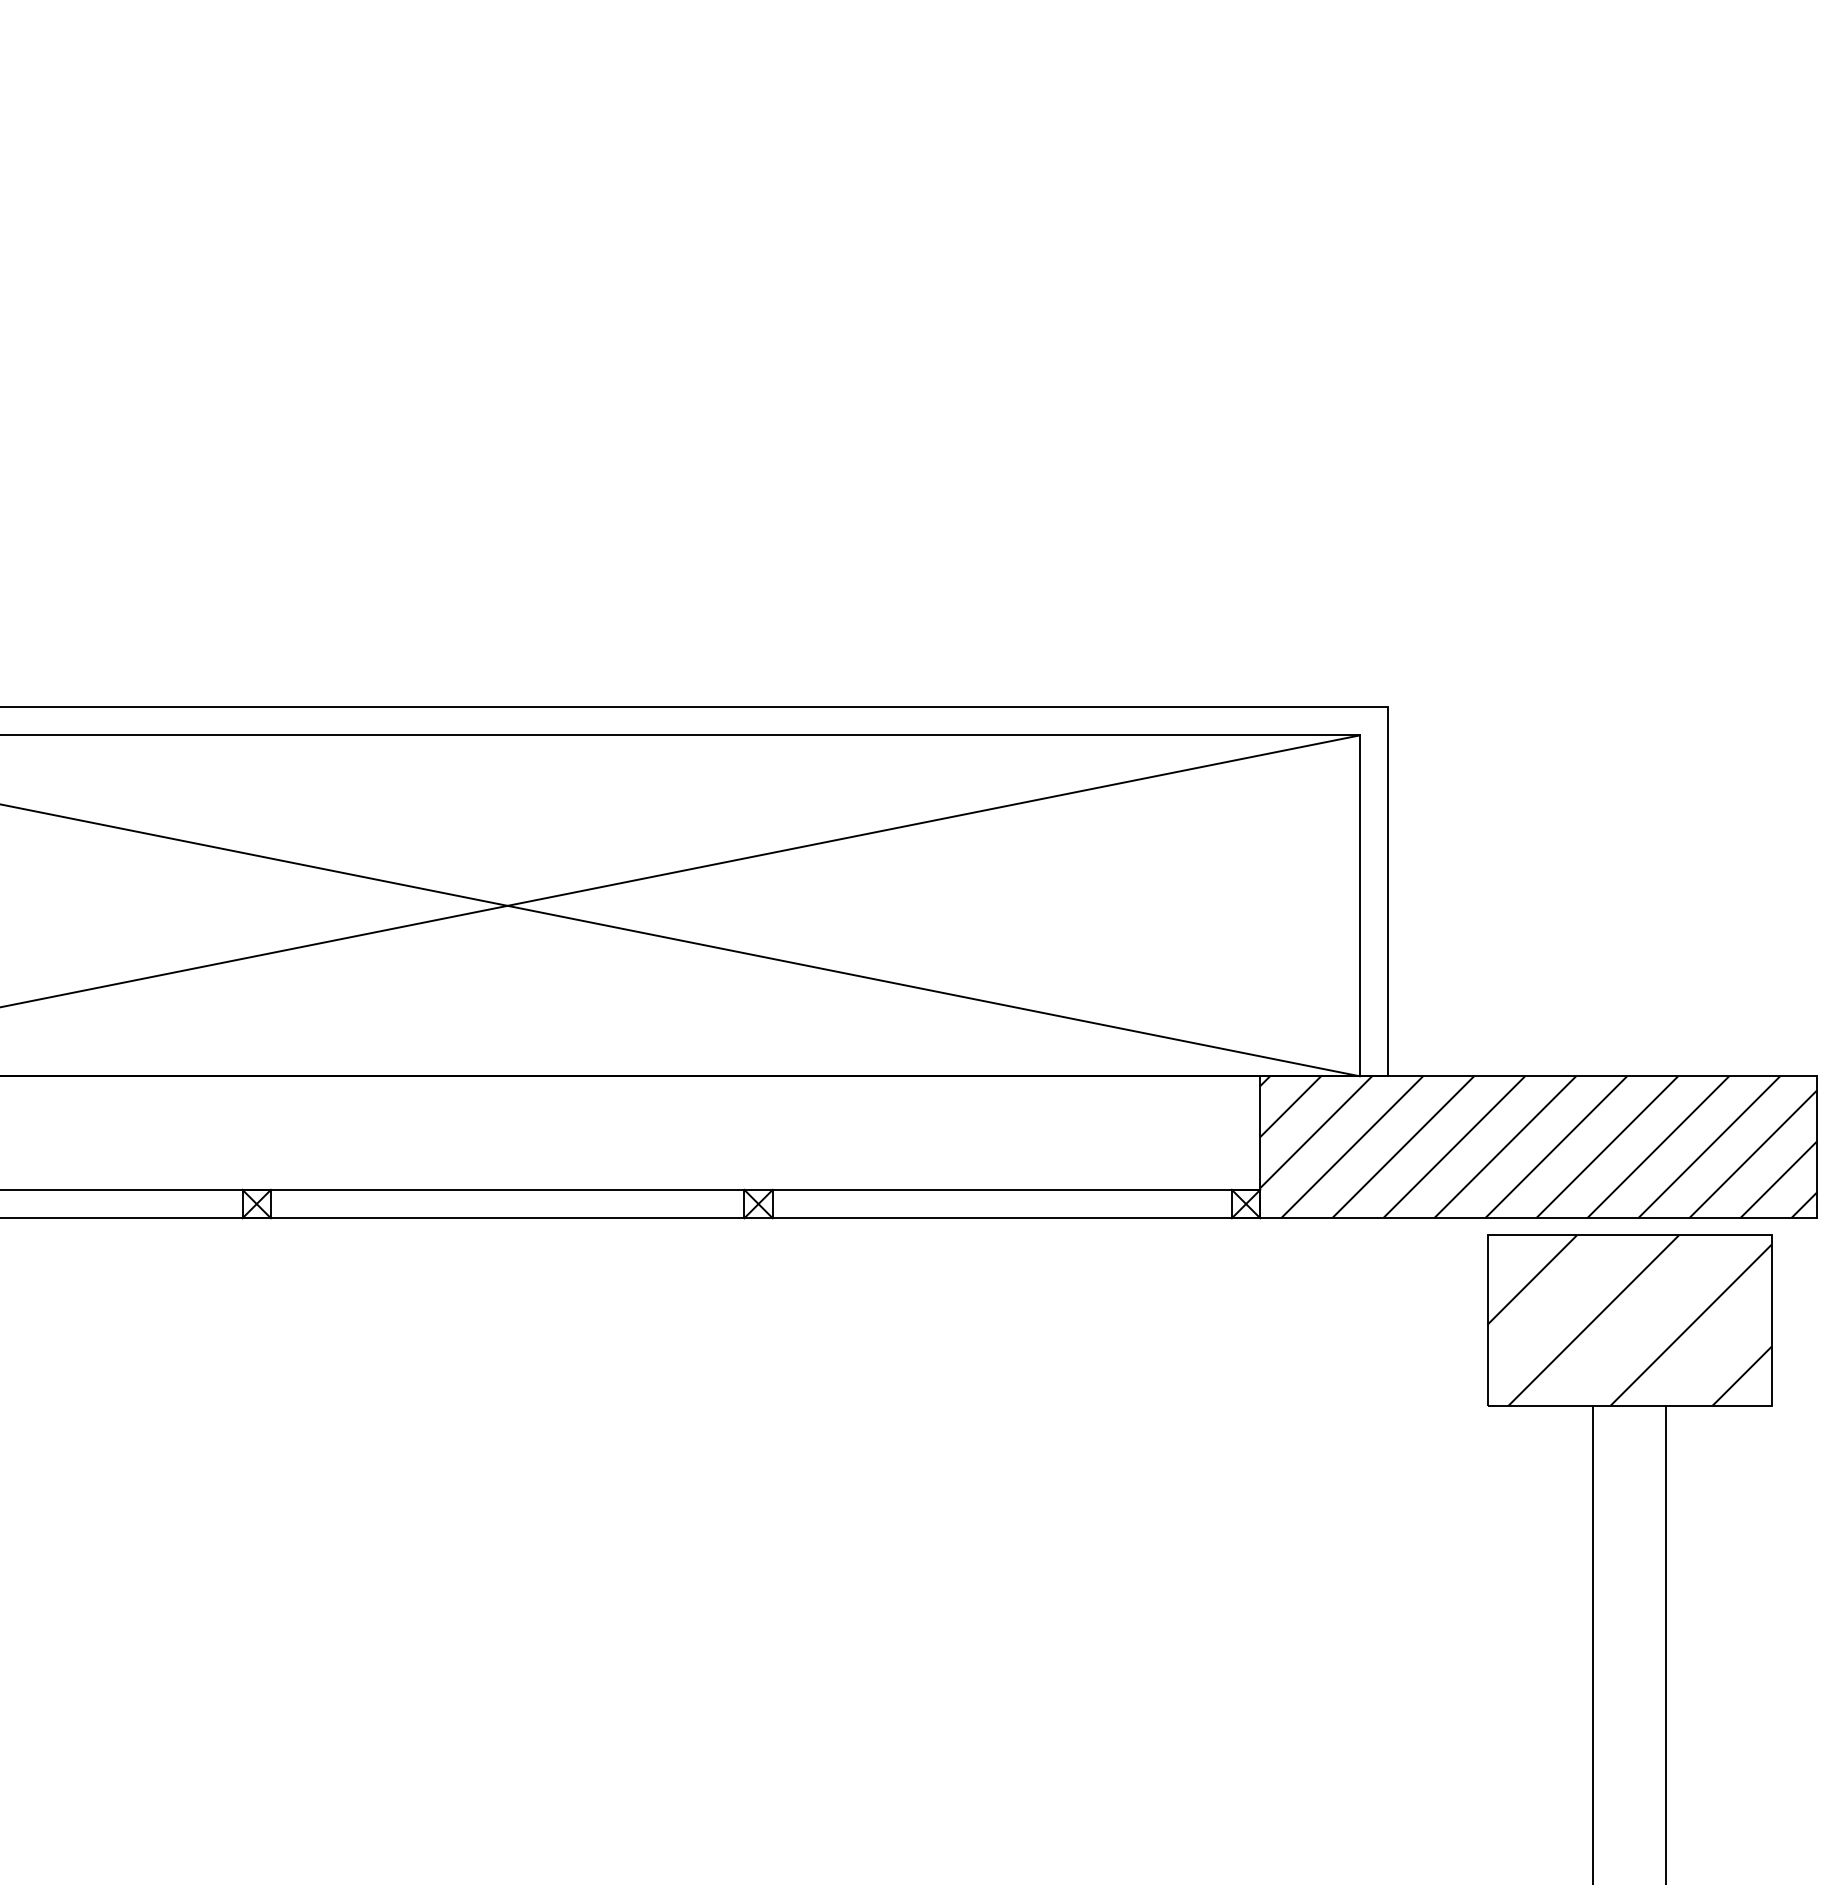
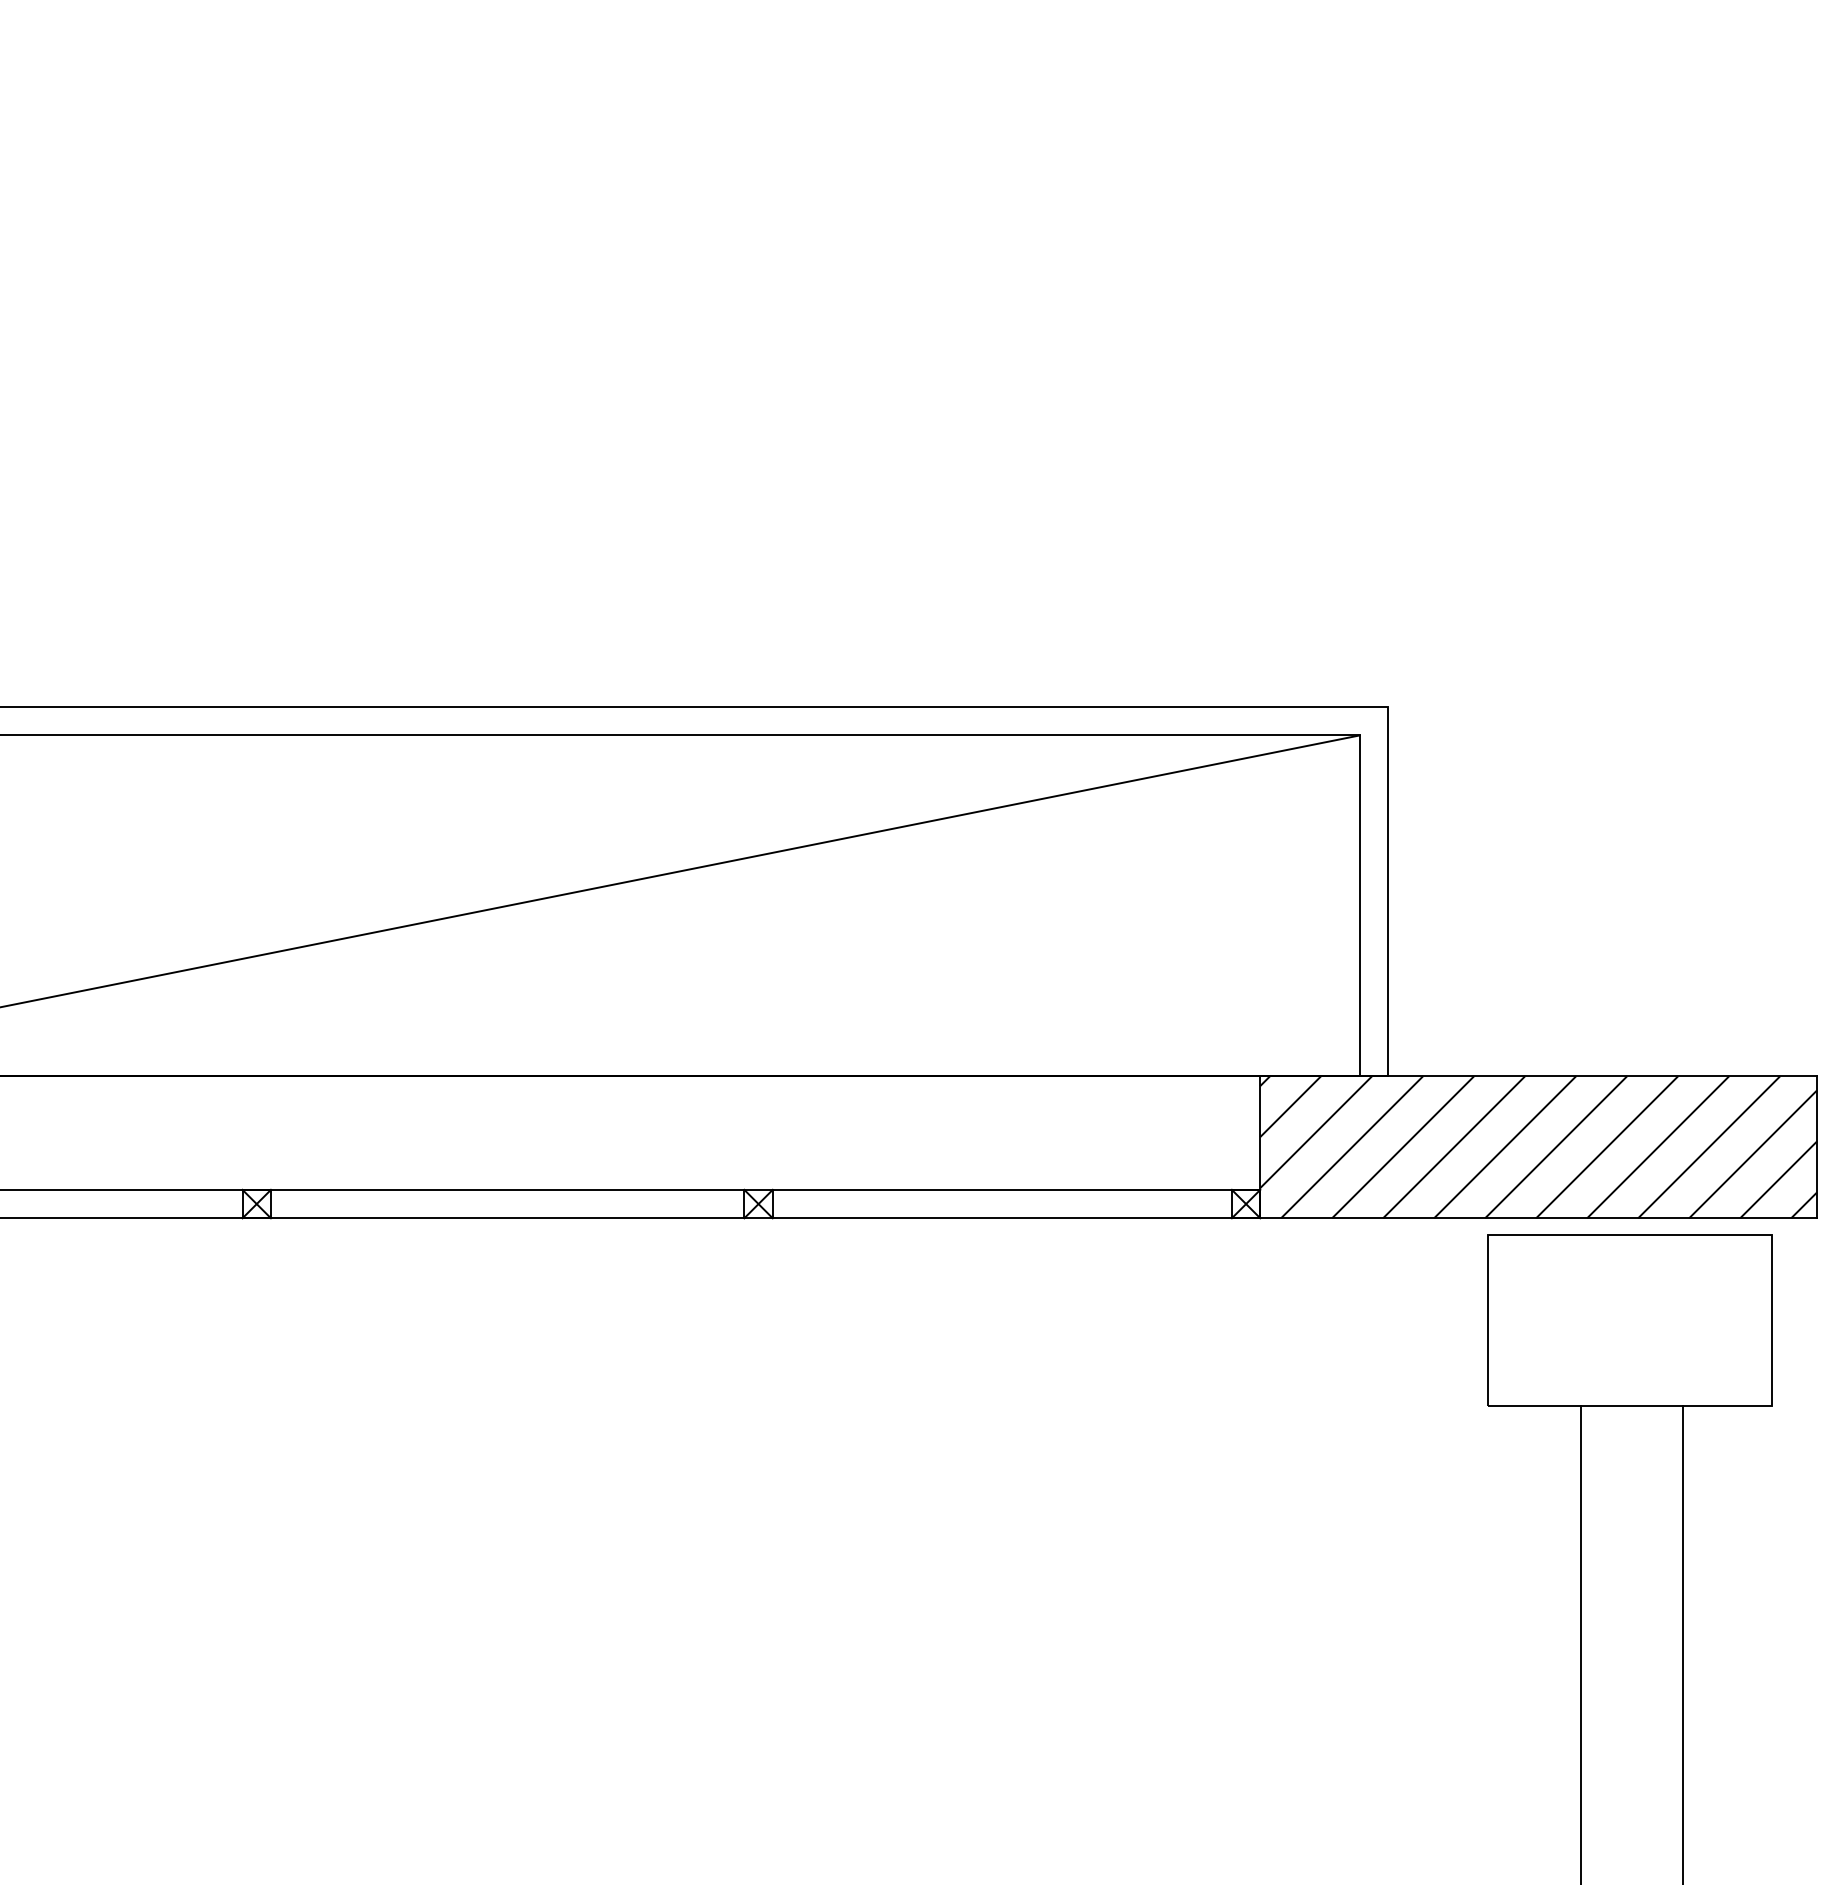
line at (680, 940): present -> none
hatch at (1629, 1320): present -> none
line at (1593, 1643) position: (1593, 1643) -> (1581, 1643)
line at (1665, 1643) position: (1665, 1643) -> (1682, 1643)
